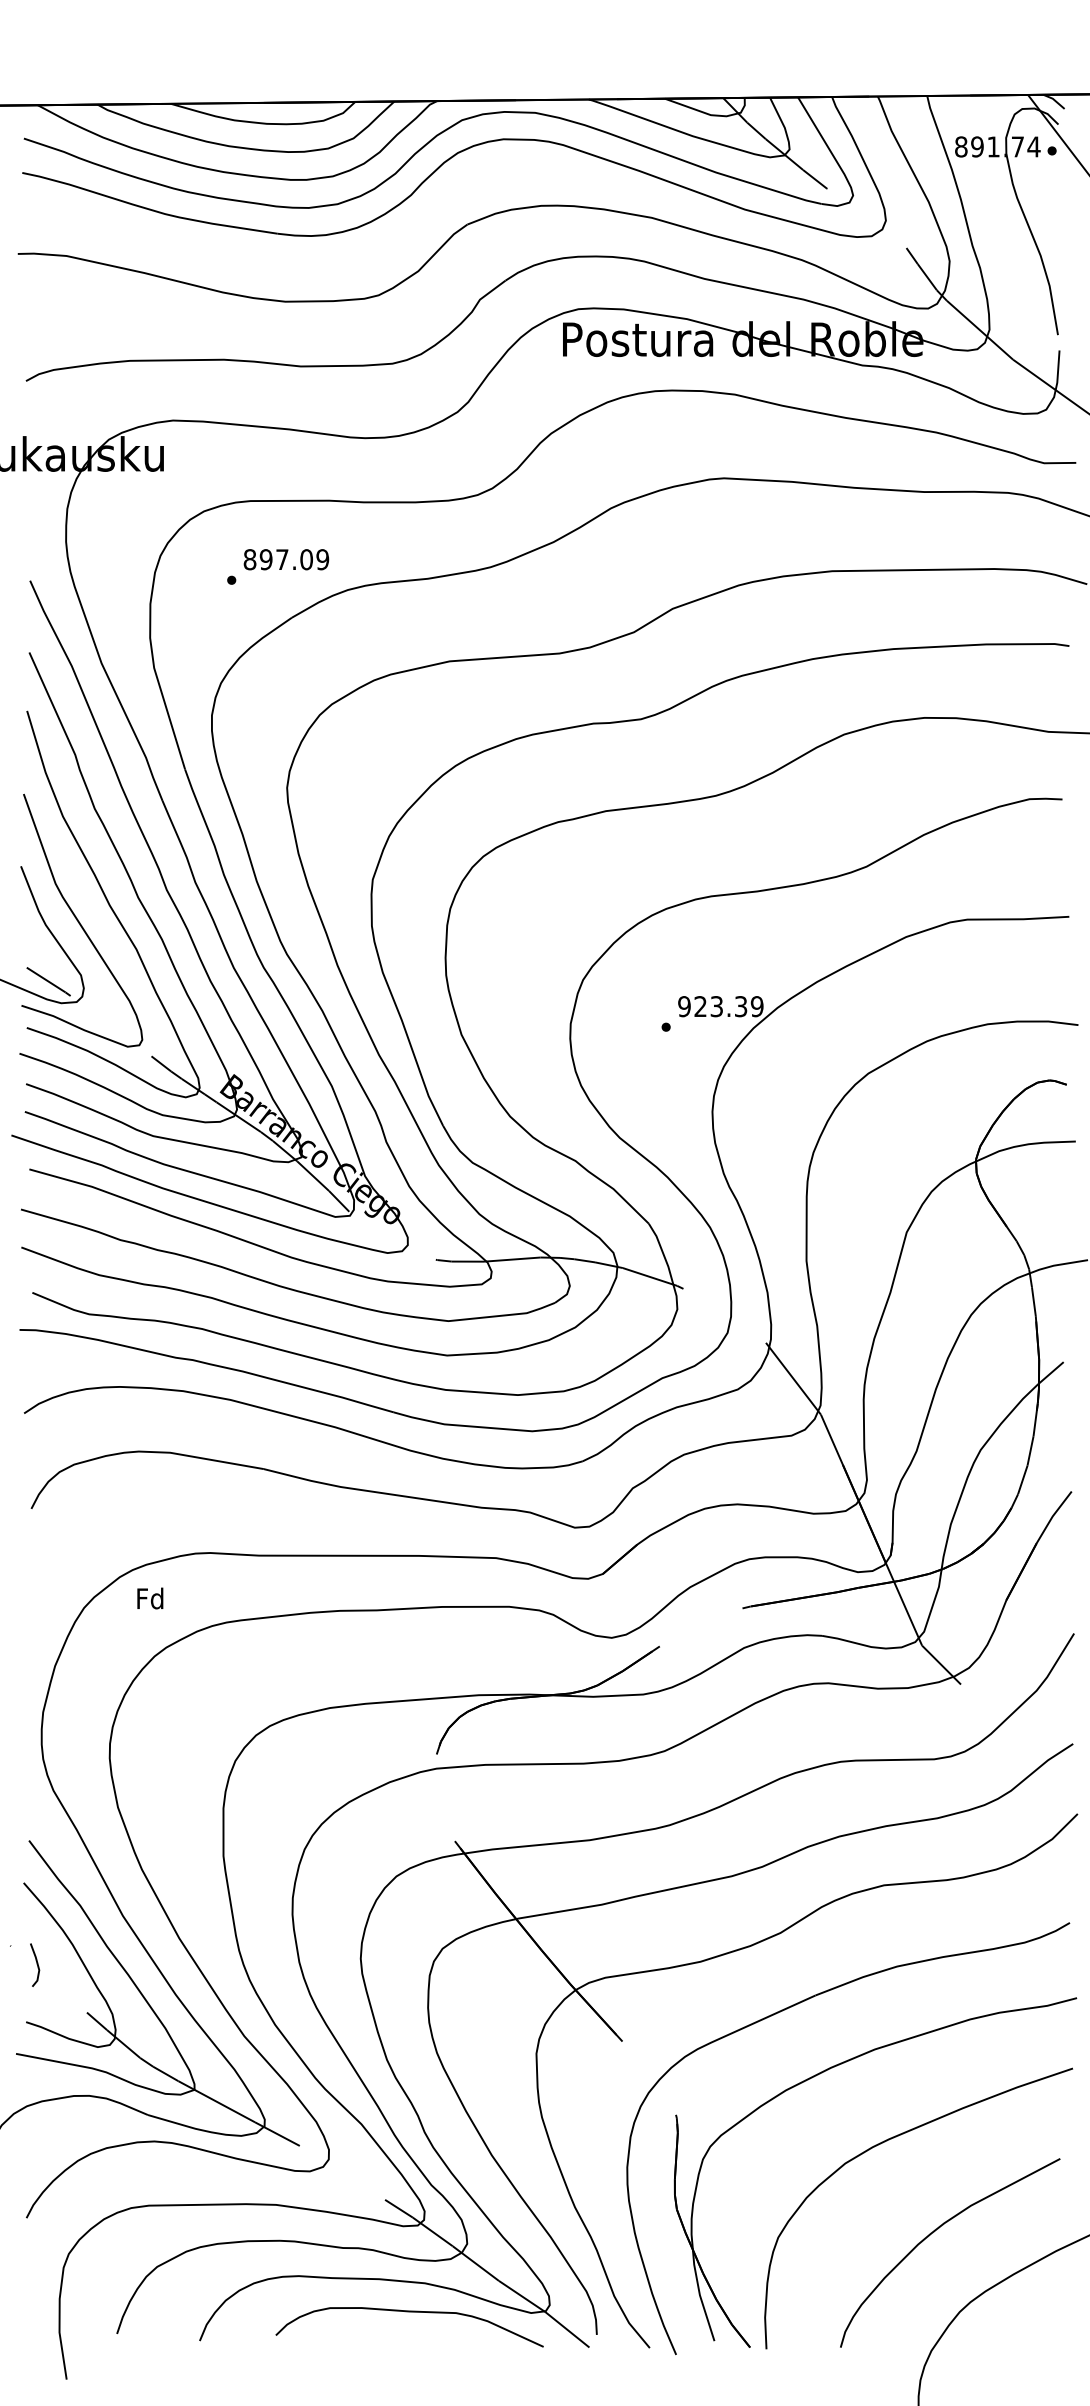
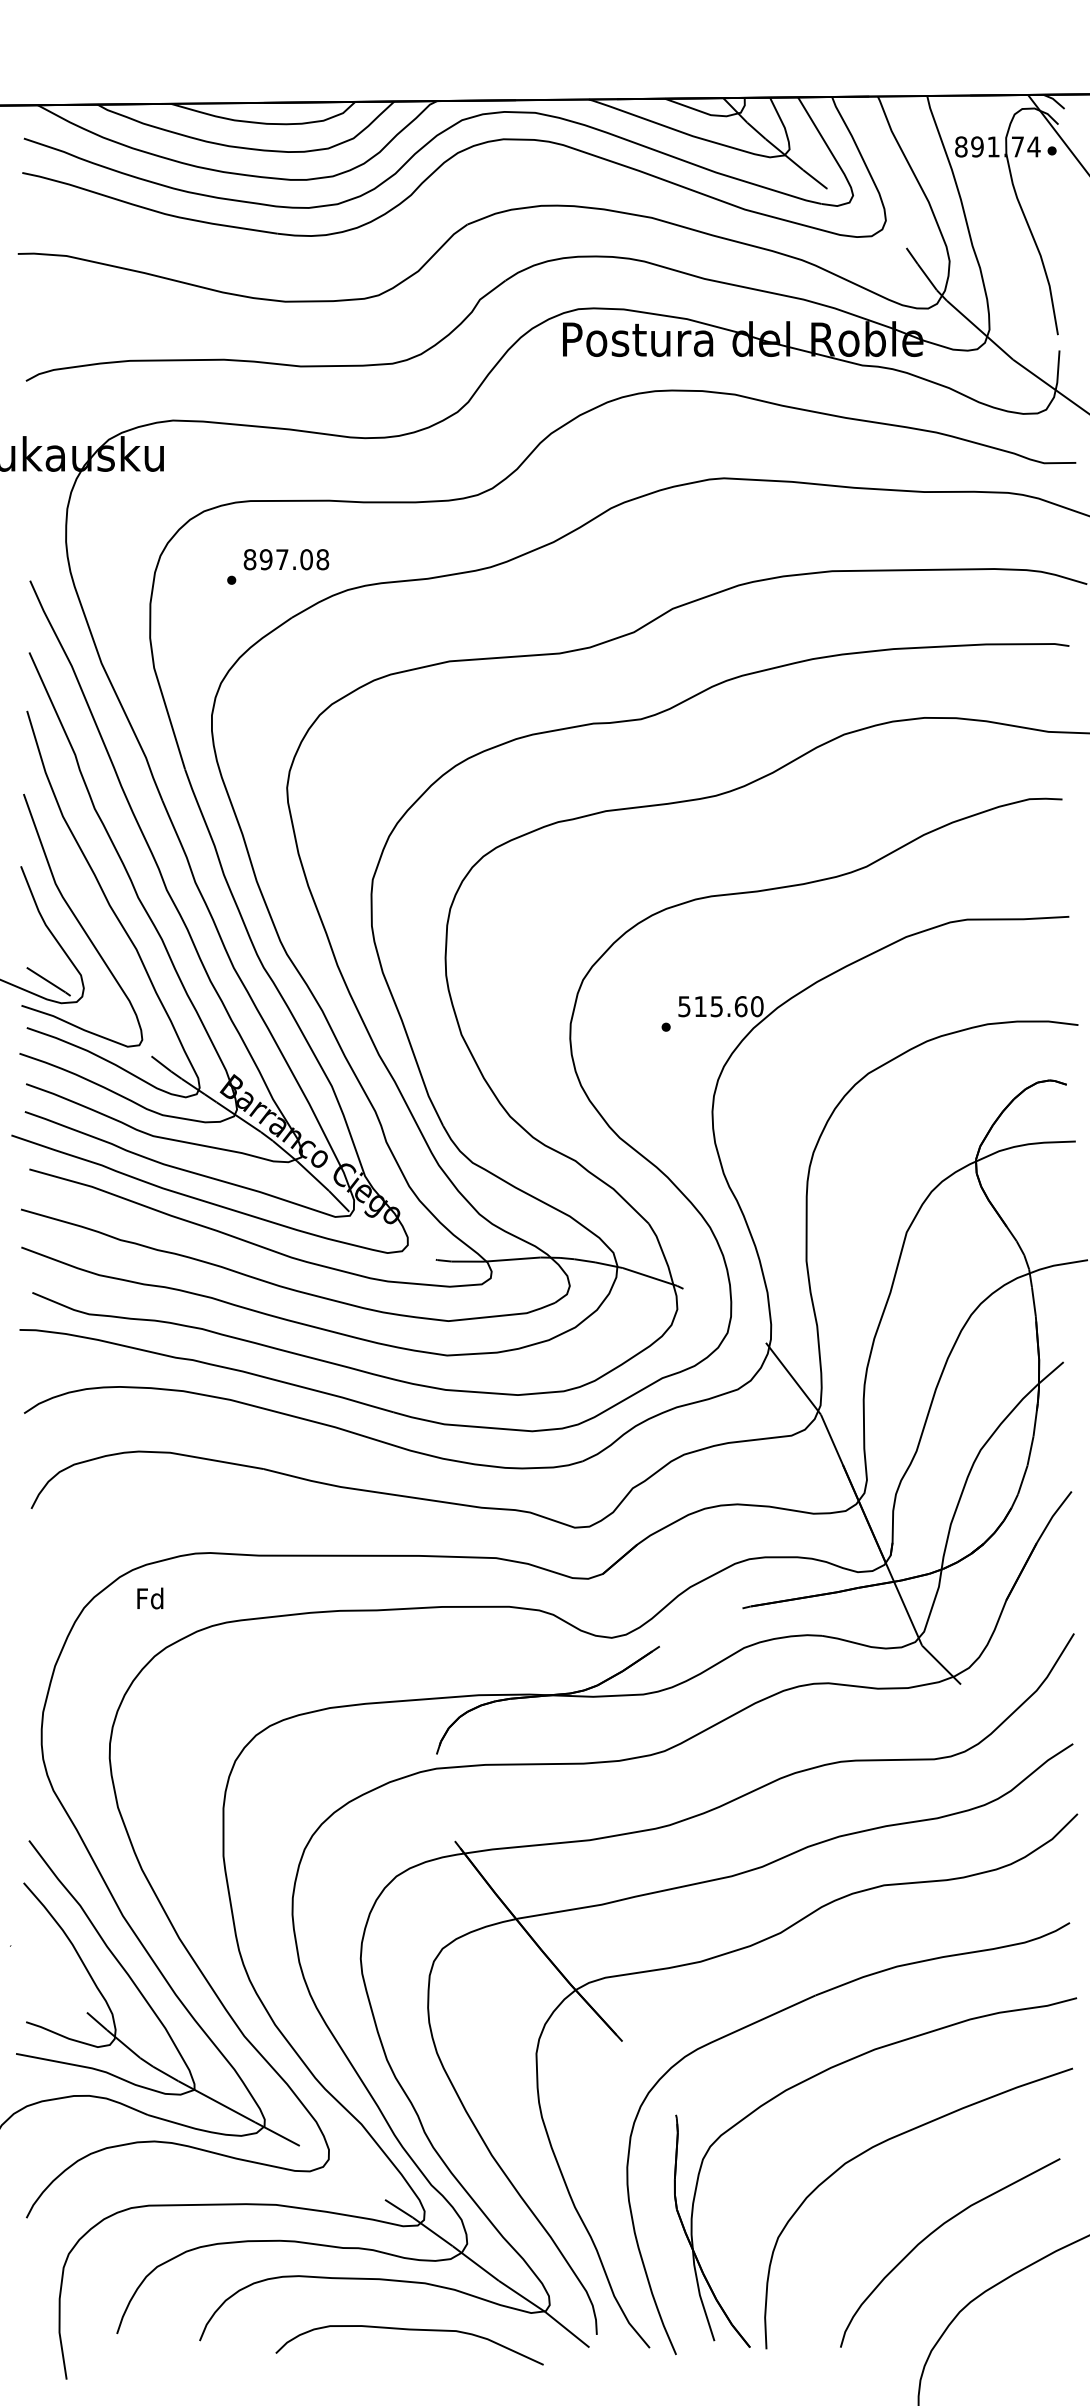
text at (322, 559): 897.09 -> 897.08
text at (720, 1006): 923.39 -> 515.60
line at (36, 1964): present -> none
curve at (409, 2312) position: (409, 2312) -> (409, 2330)
